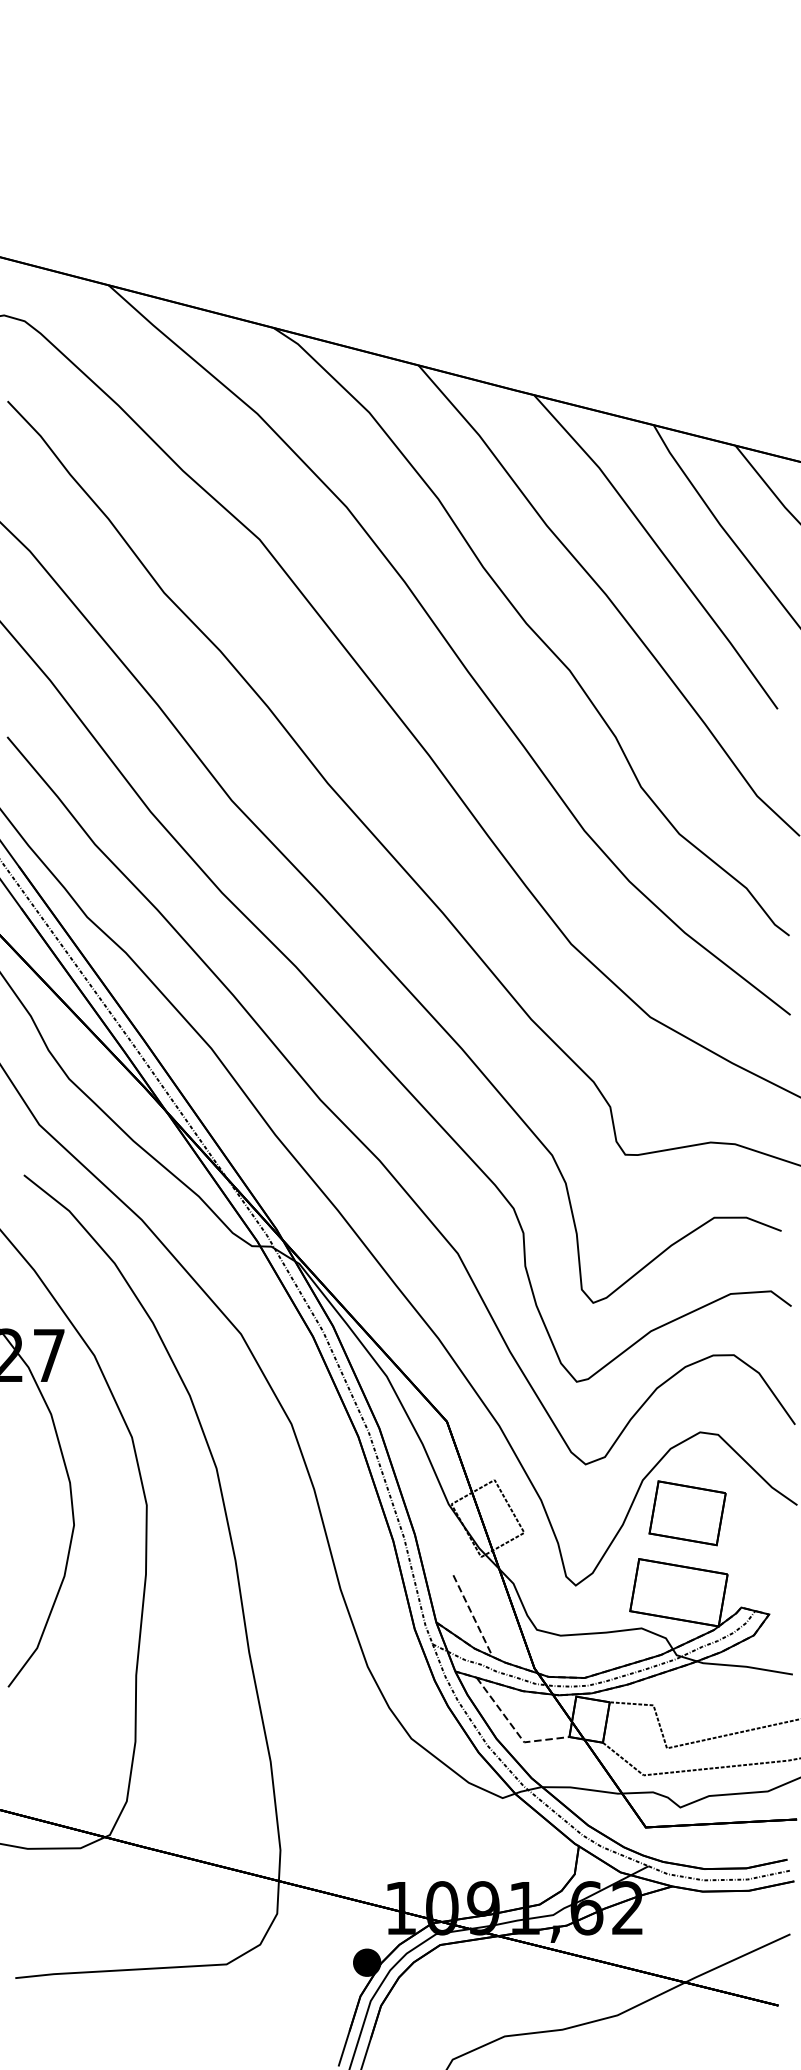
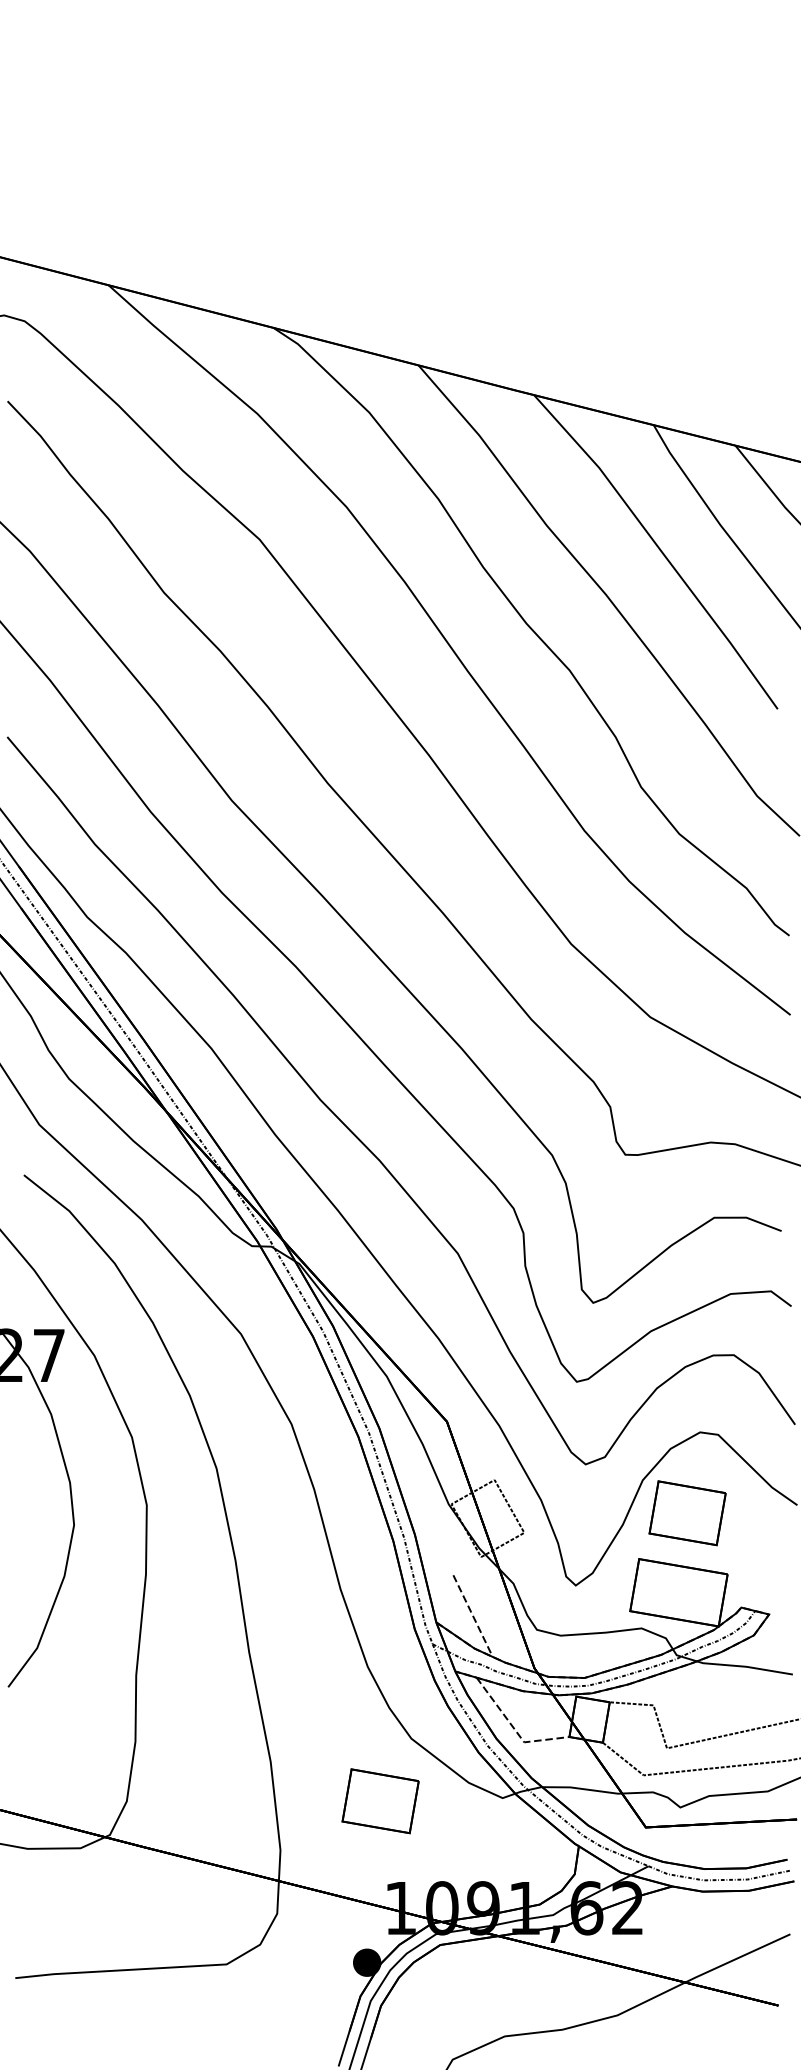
part at (380, 1801): none -> present
